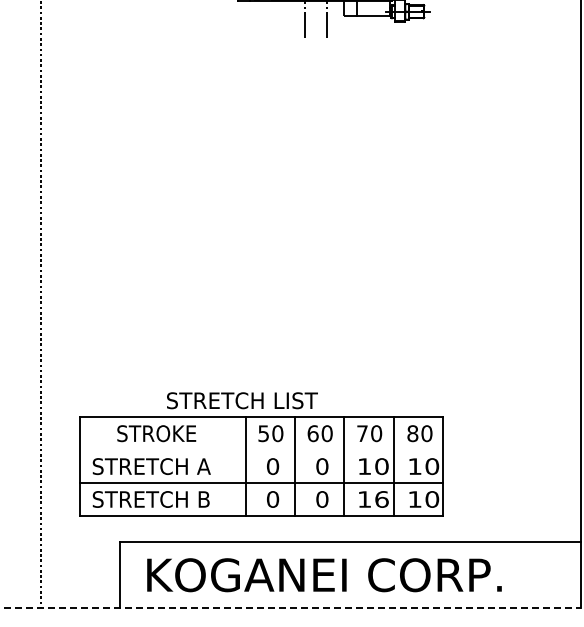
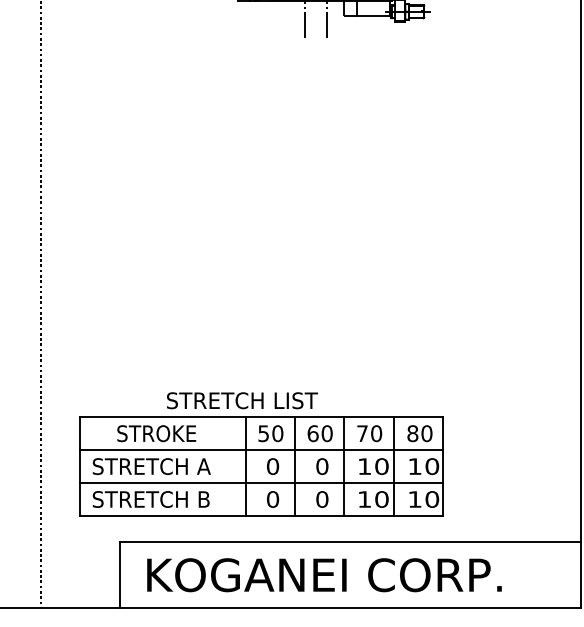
line at (261, 450): none -> present
text at (381, 499): 16 -> 10
line at (290, 608): dashed -> solid
